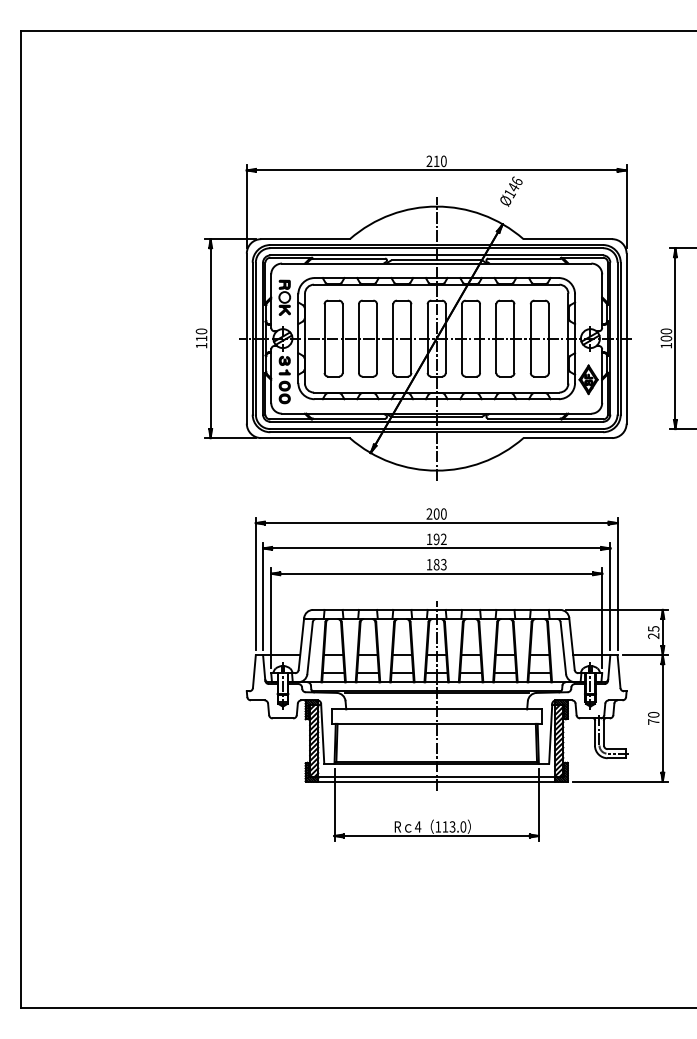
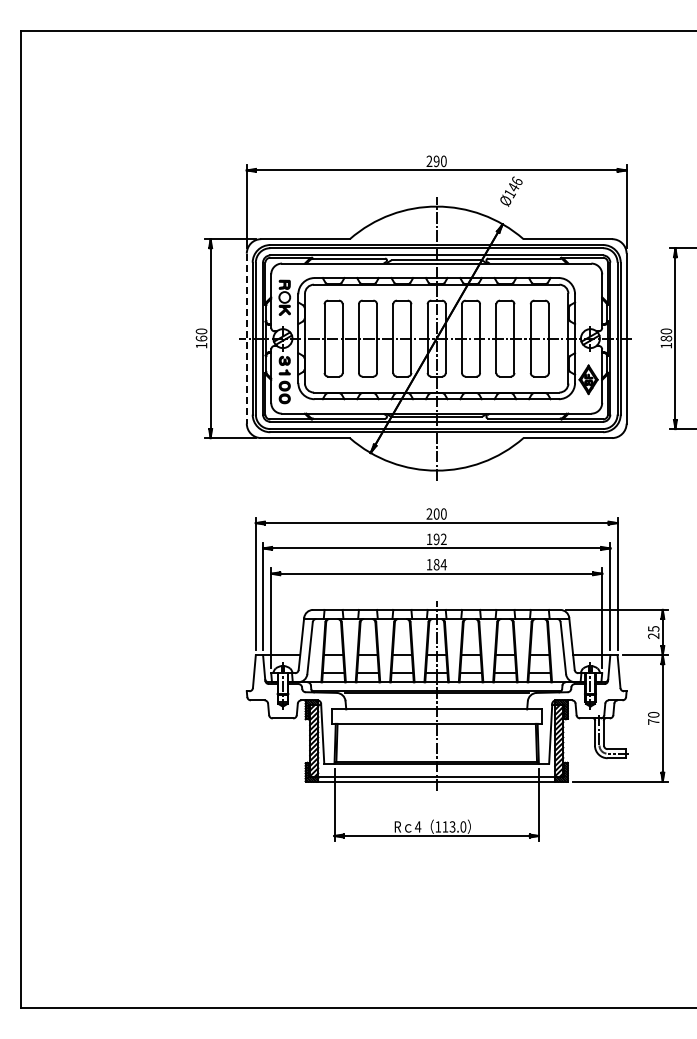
text at (436, 161): 210 -> 290
text at (201, 338): 110 -> 160
text at (666, 338): 100 -> 180
line at (246, 339): solid -> dashed
text at (443, 564): 183 -> 184
